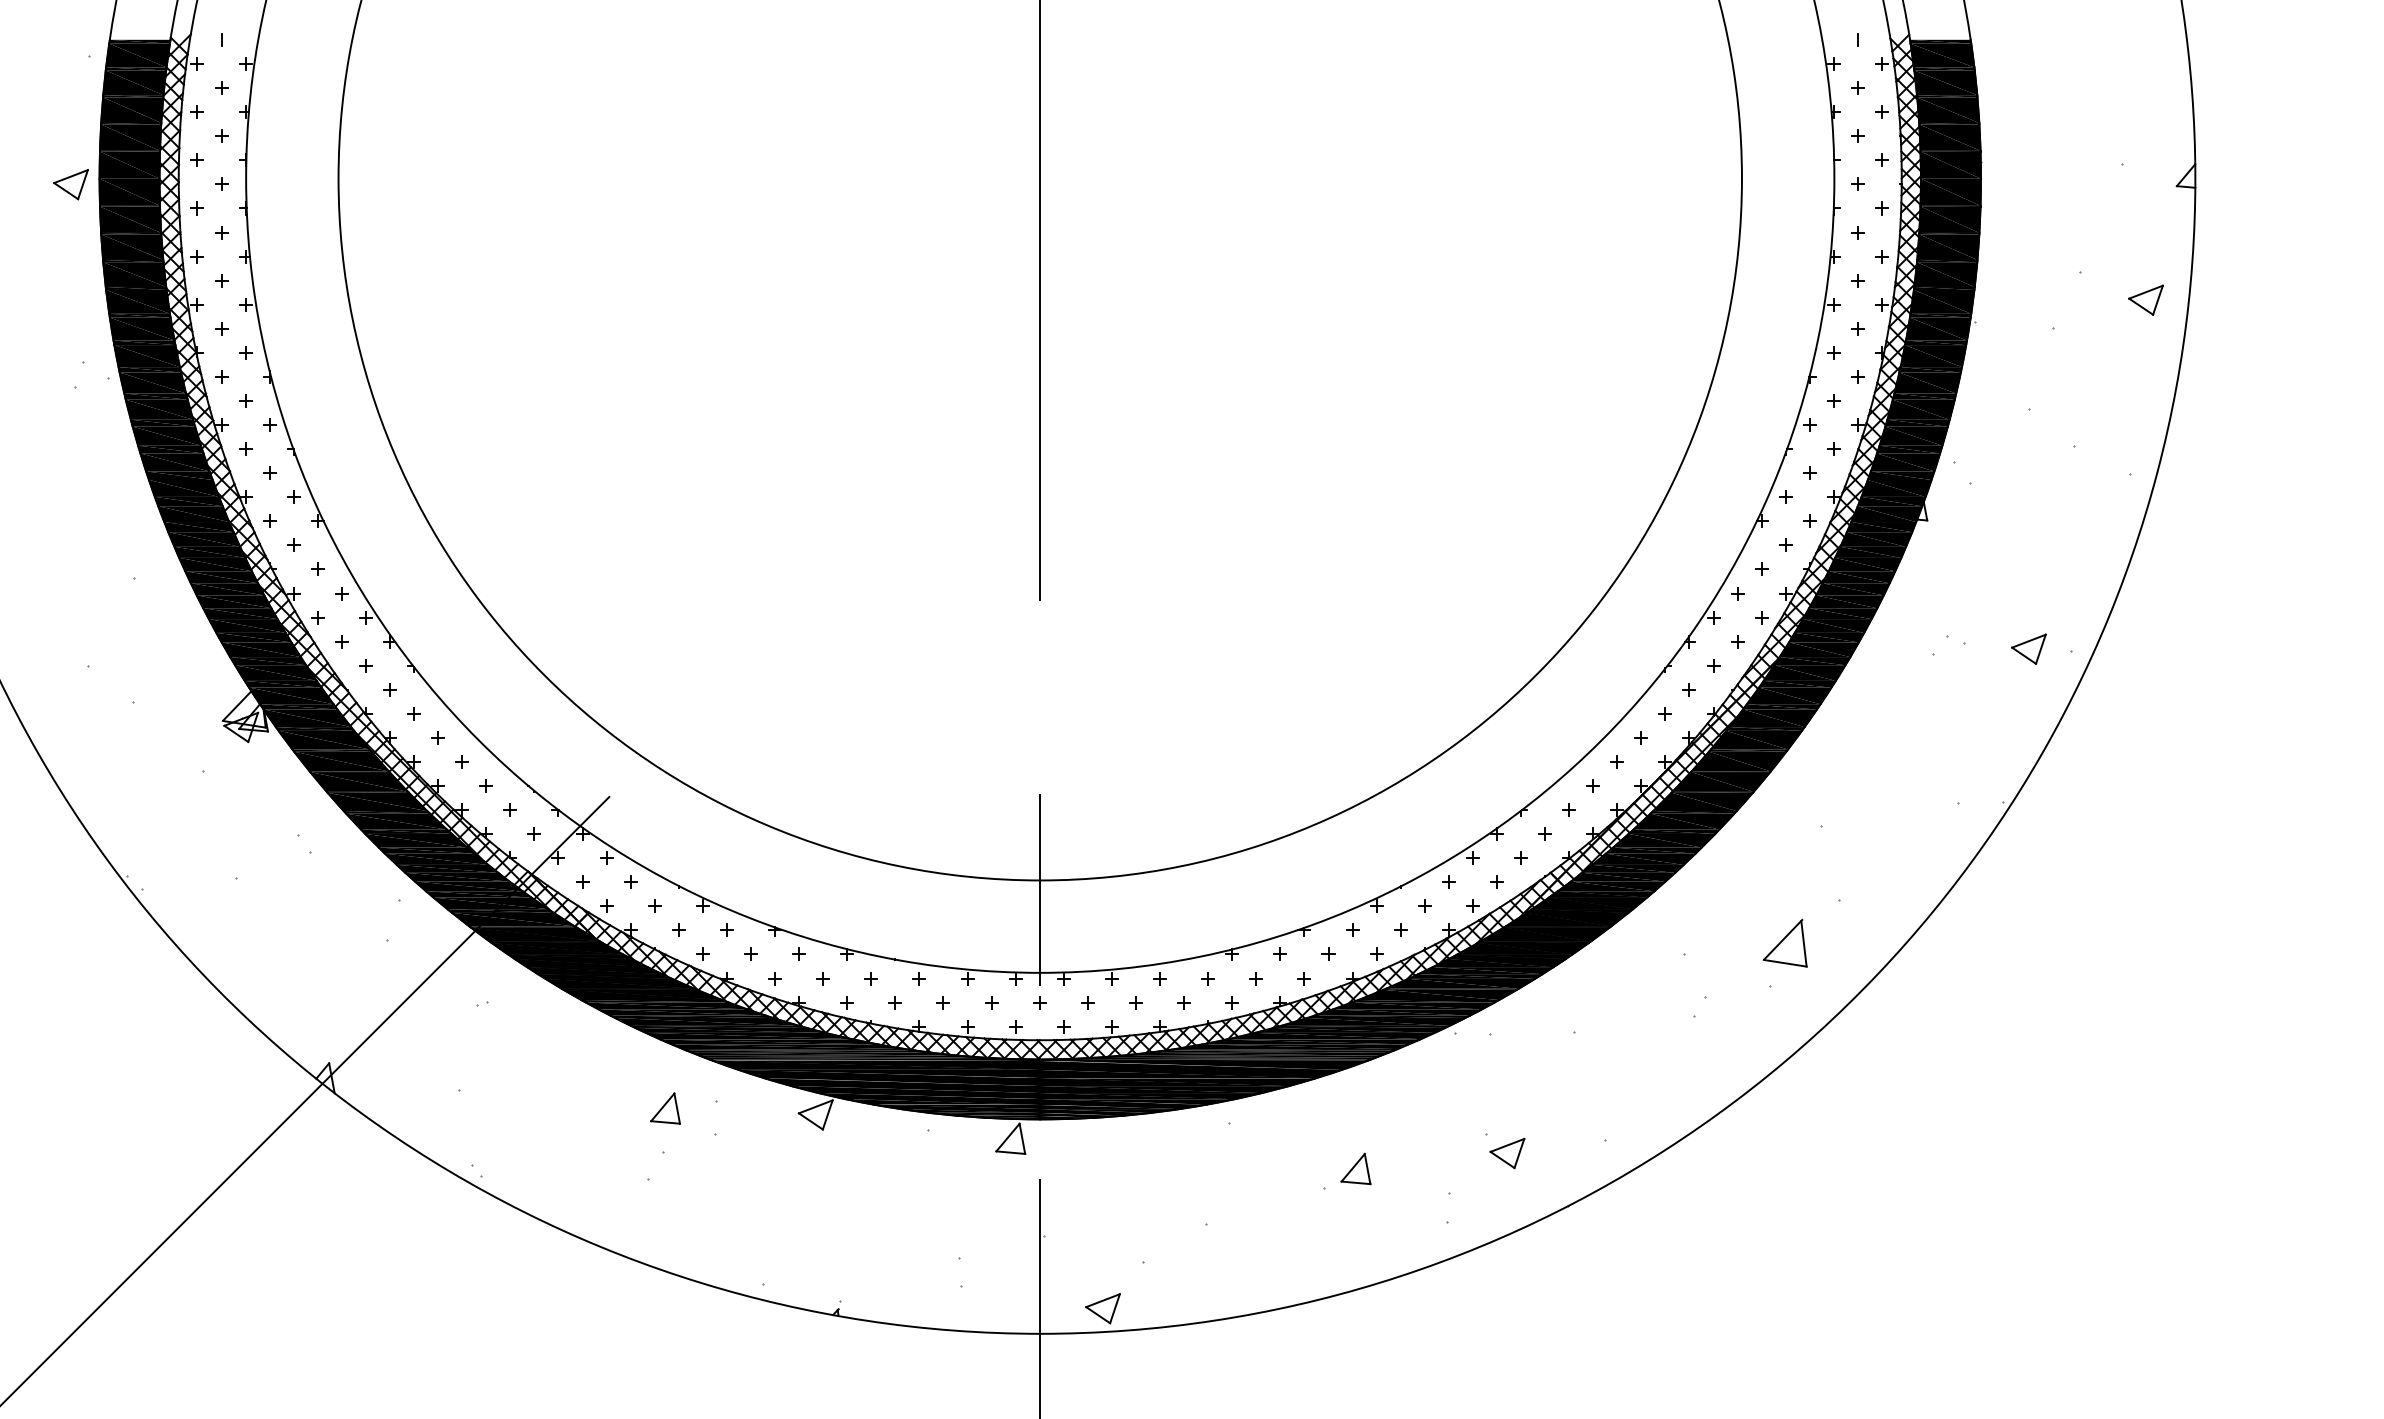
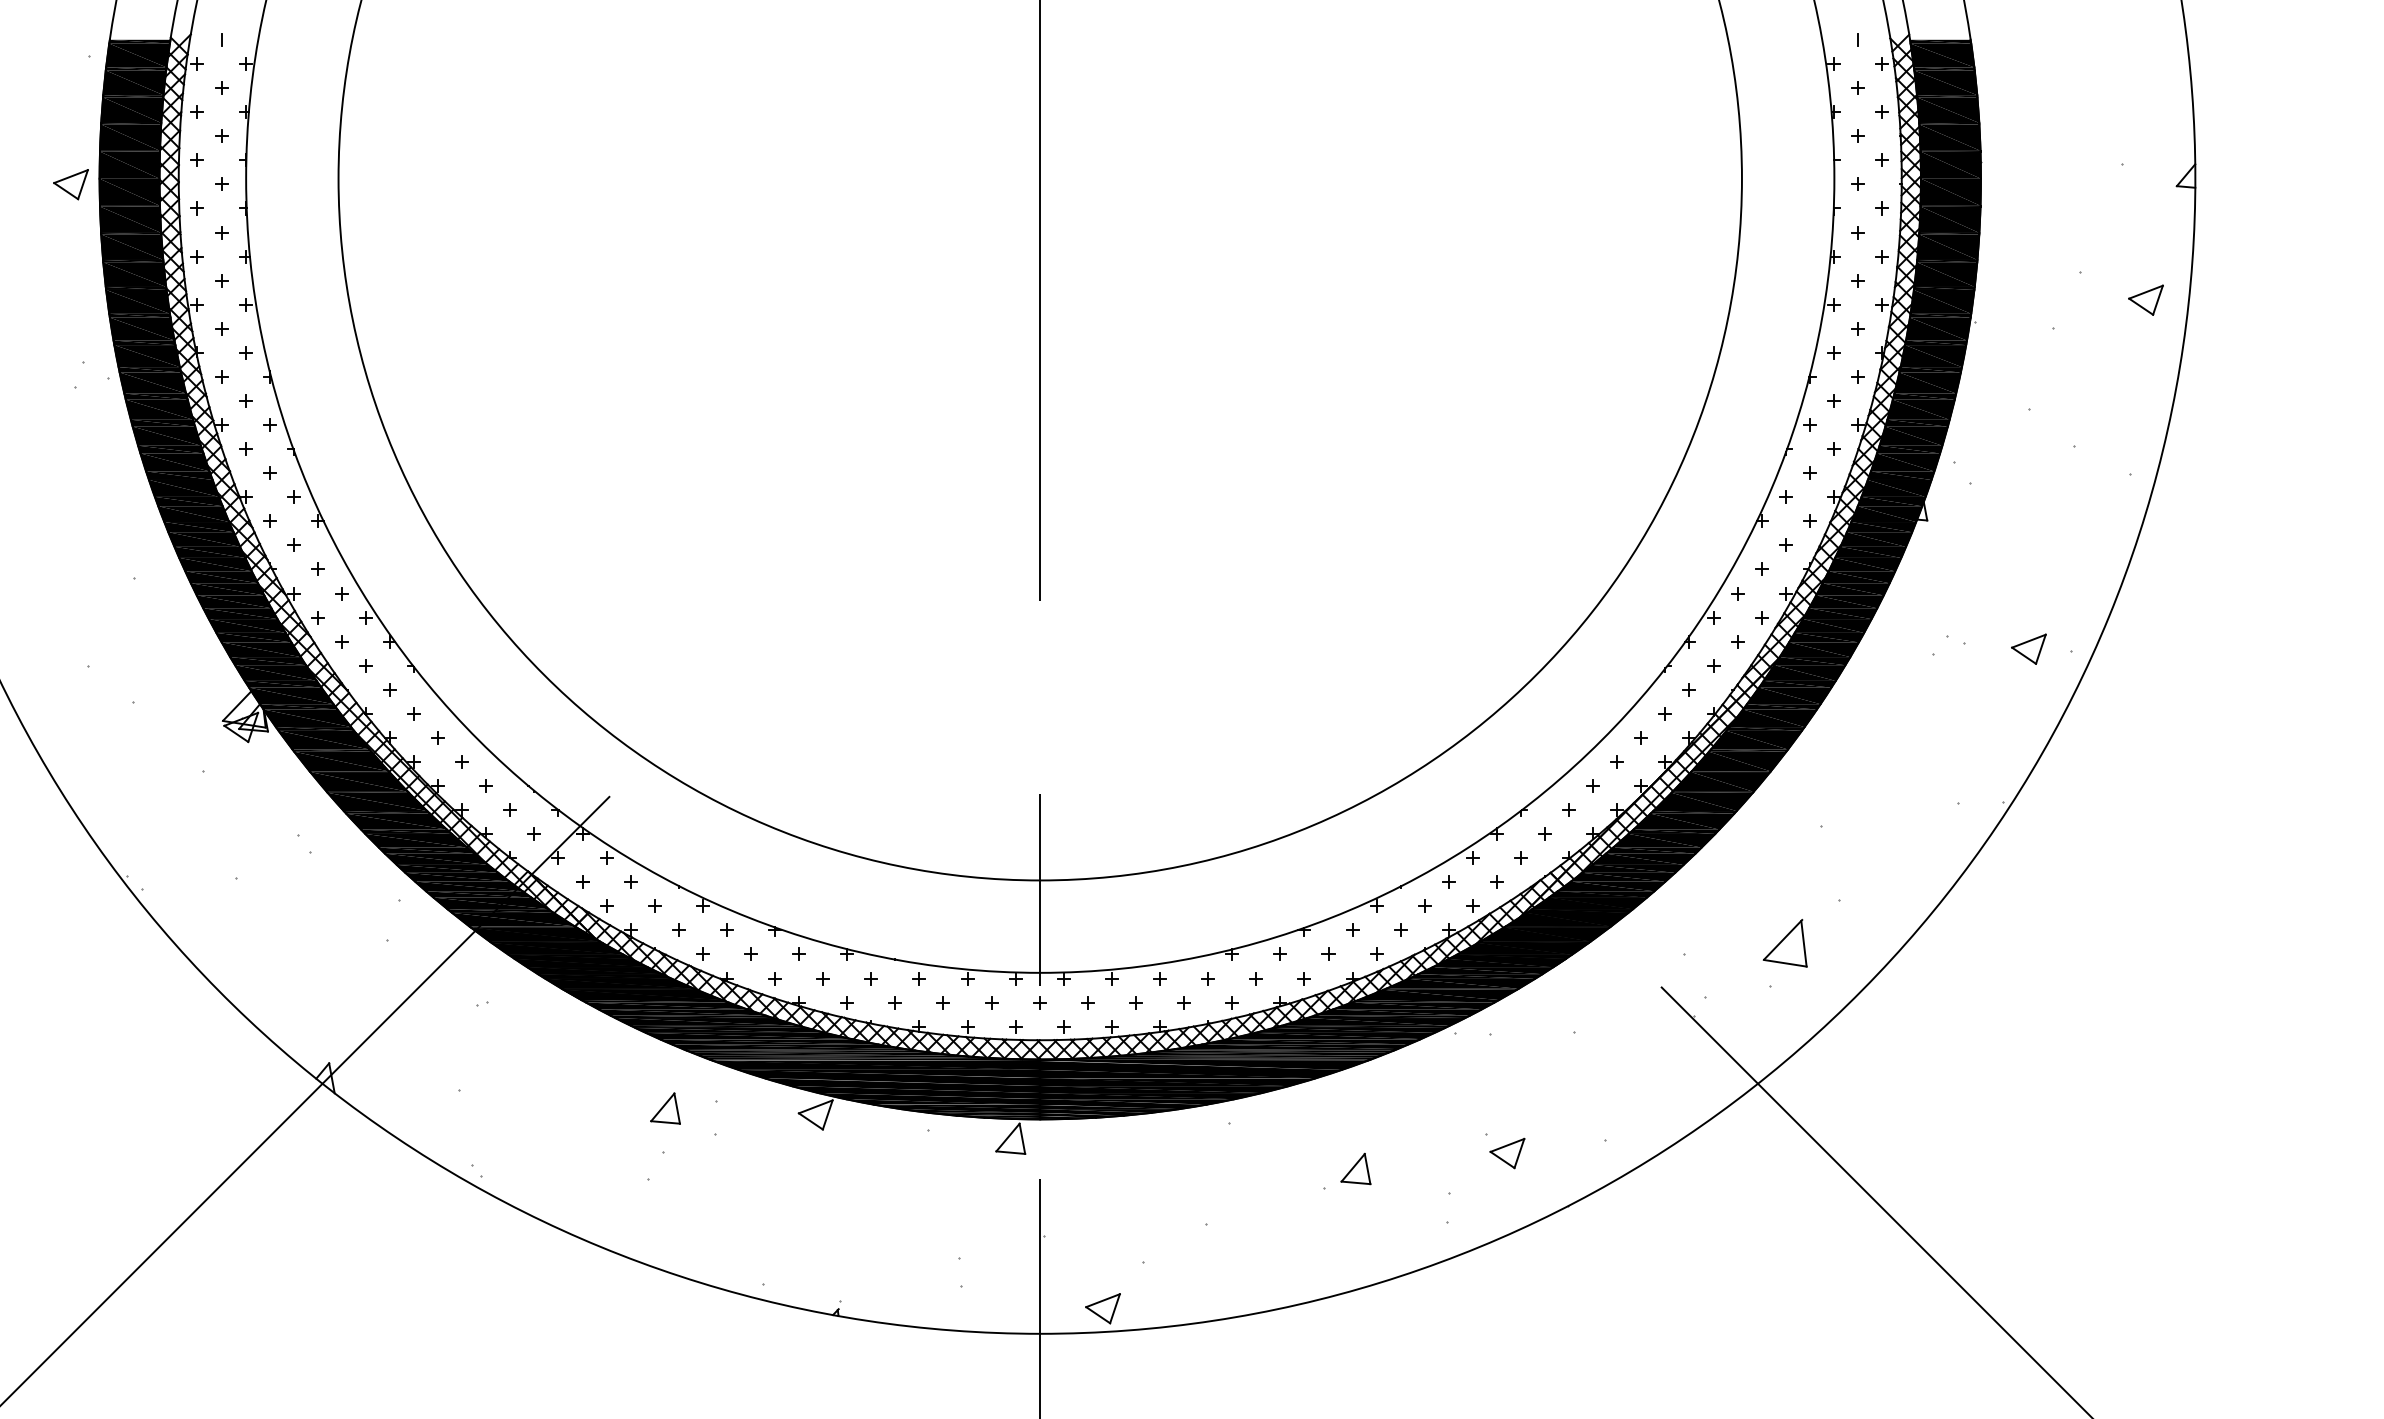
line at (1875, 1201): none -> present
